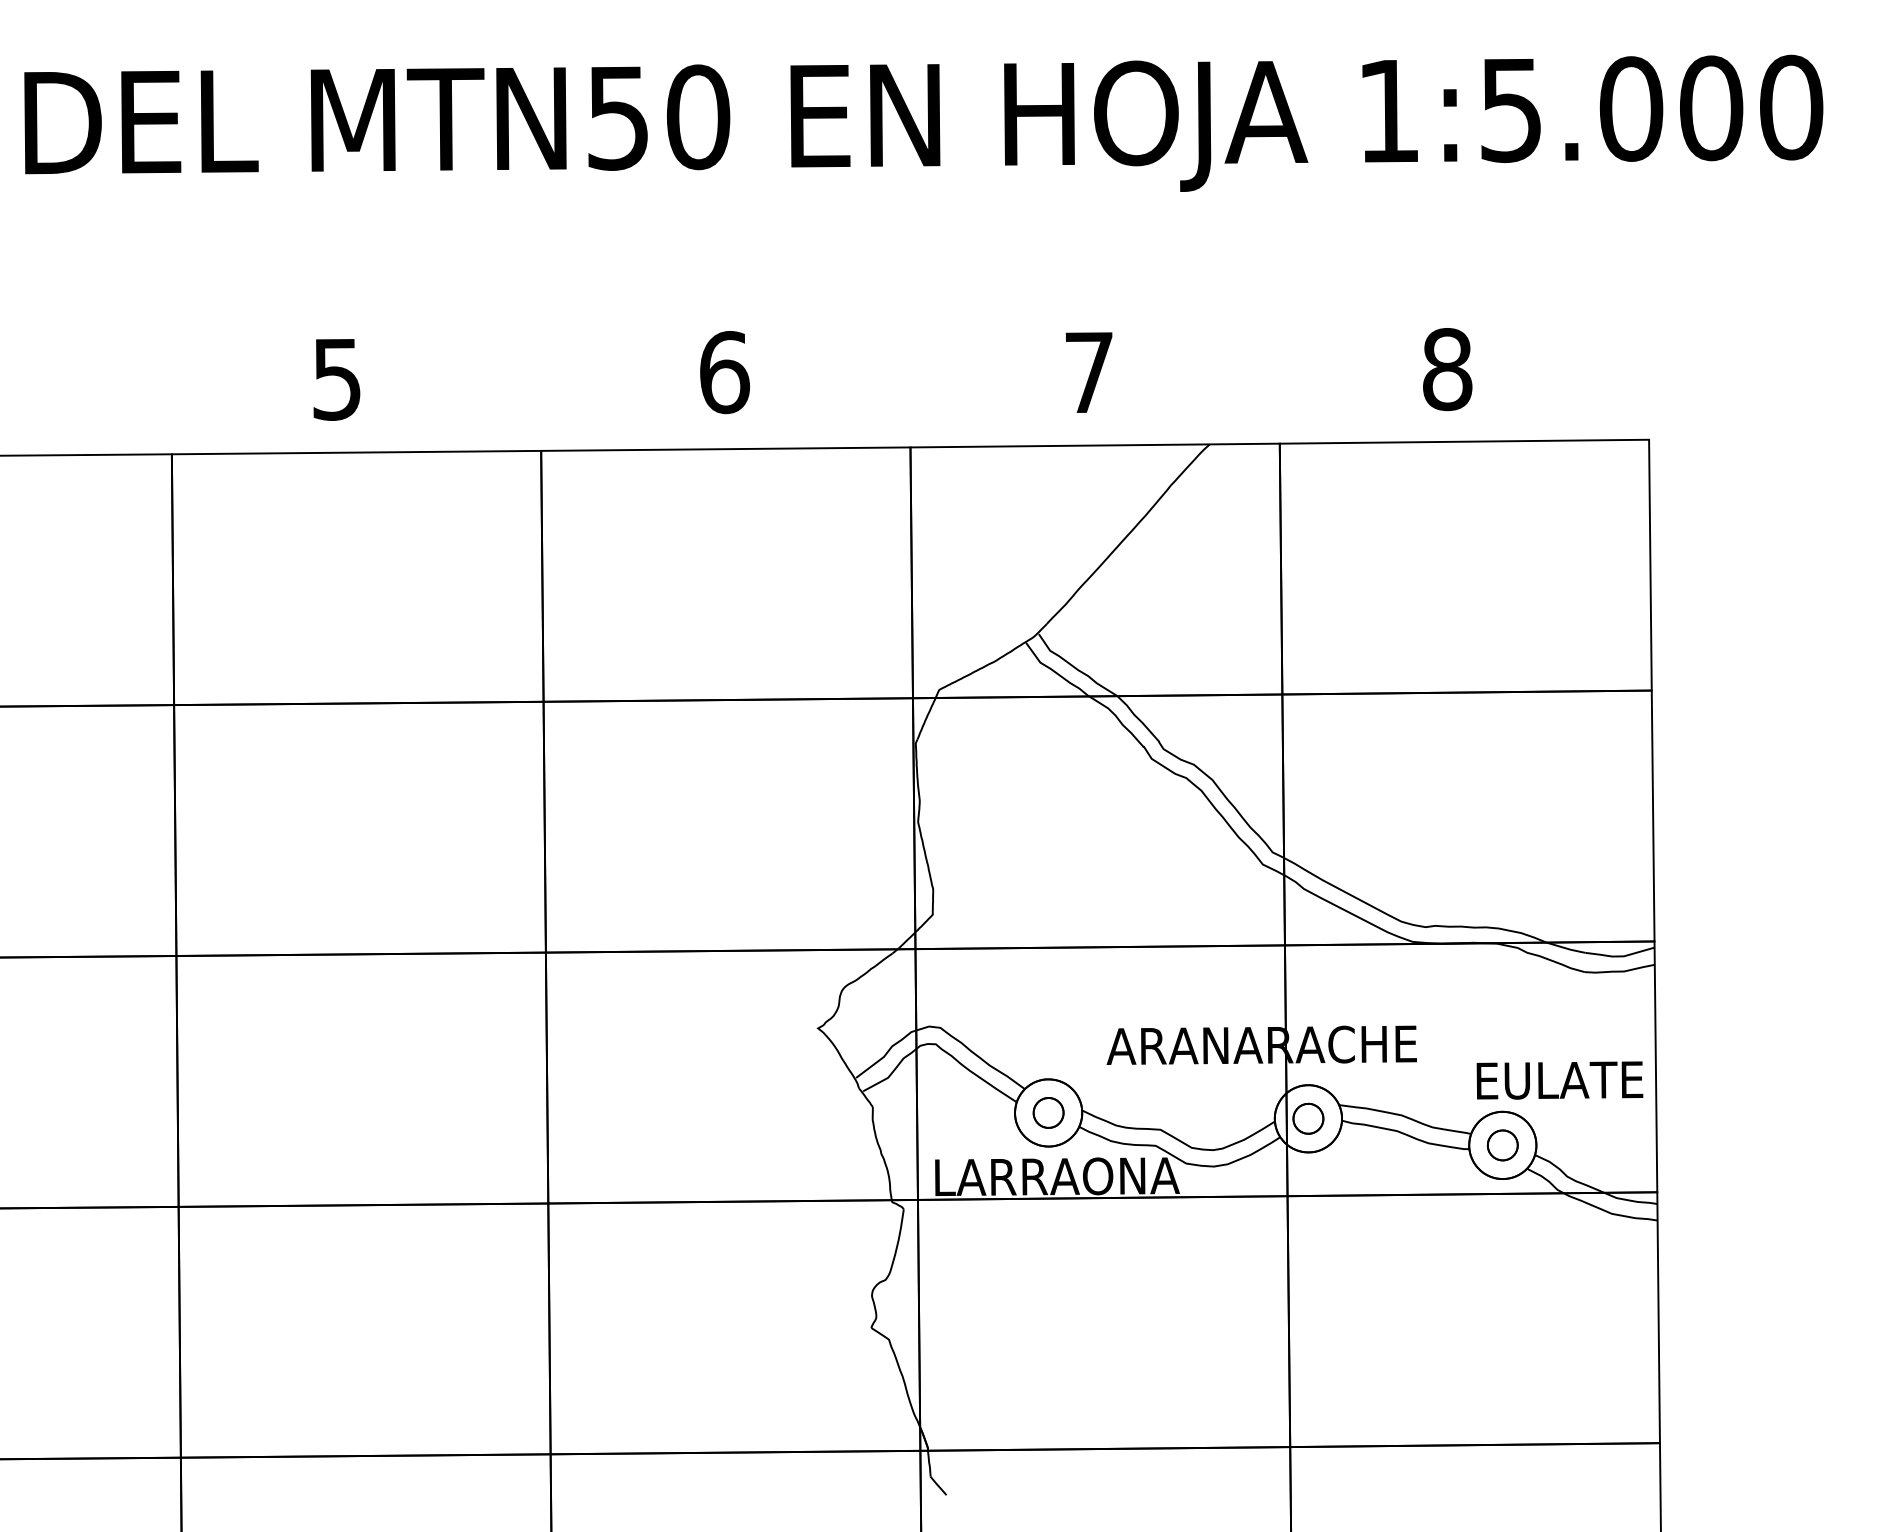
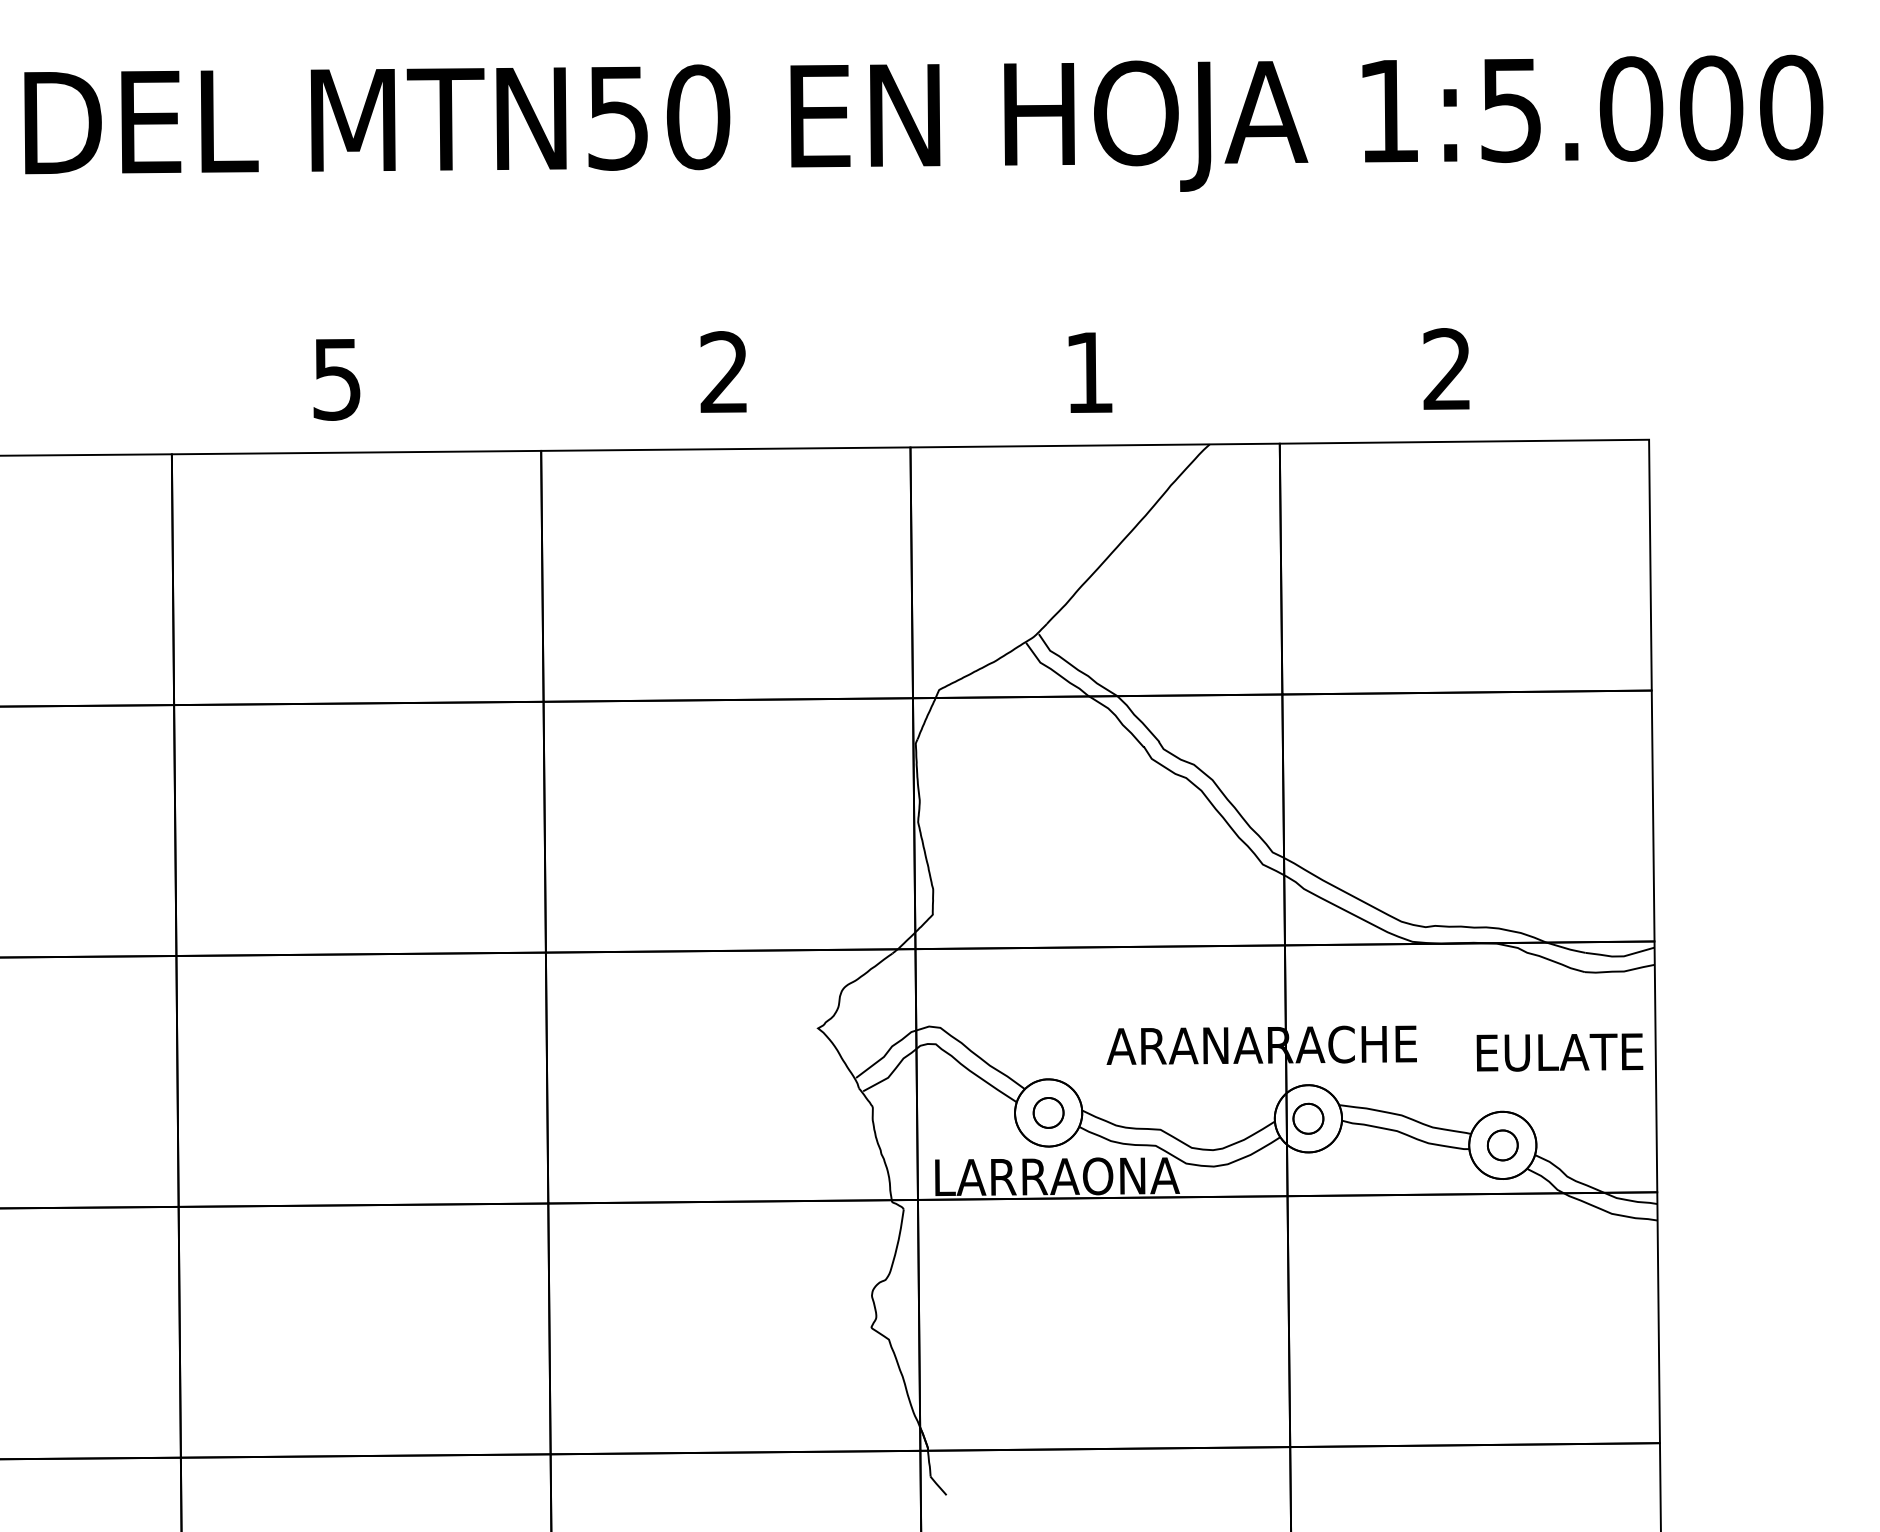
text at (1447, 369): 8 -> 2
text at (725, 372): 6 -> 2
text at (1088, 372): 7 -> 1
text at (1559, 1080) position: (1559, 1080) -> (1559, 1052)
